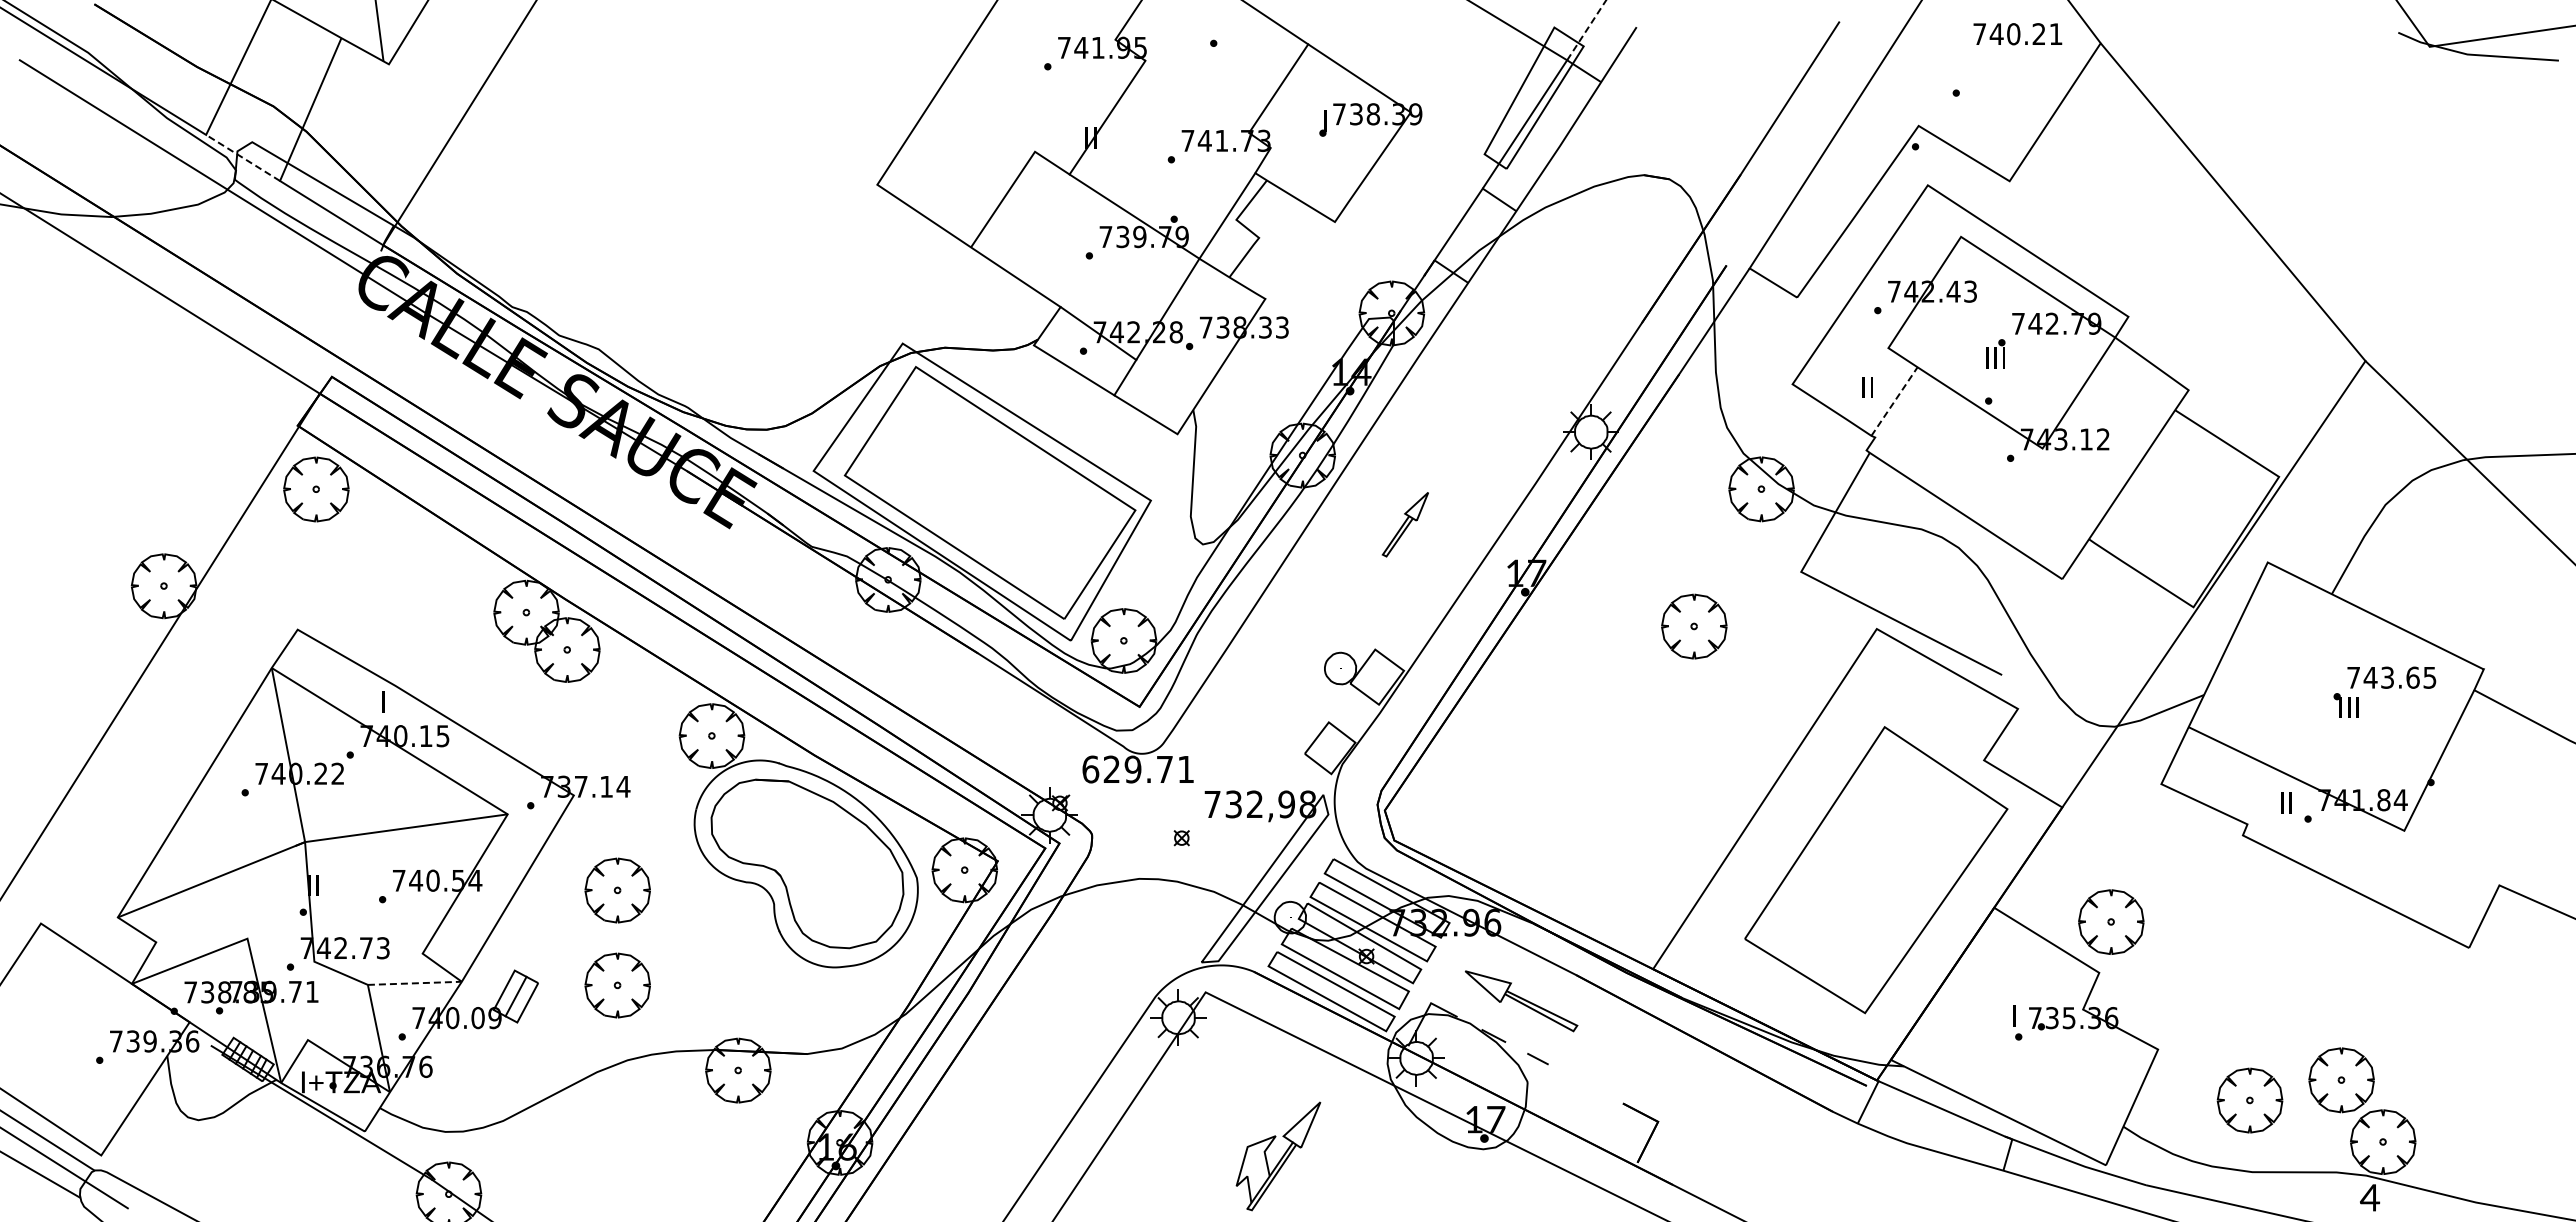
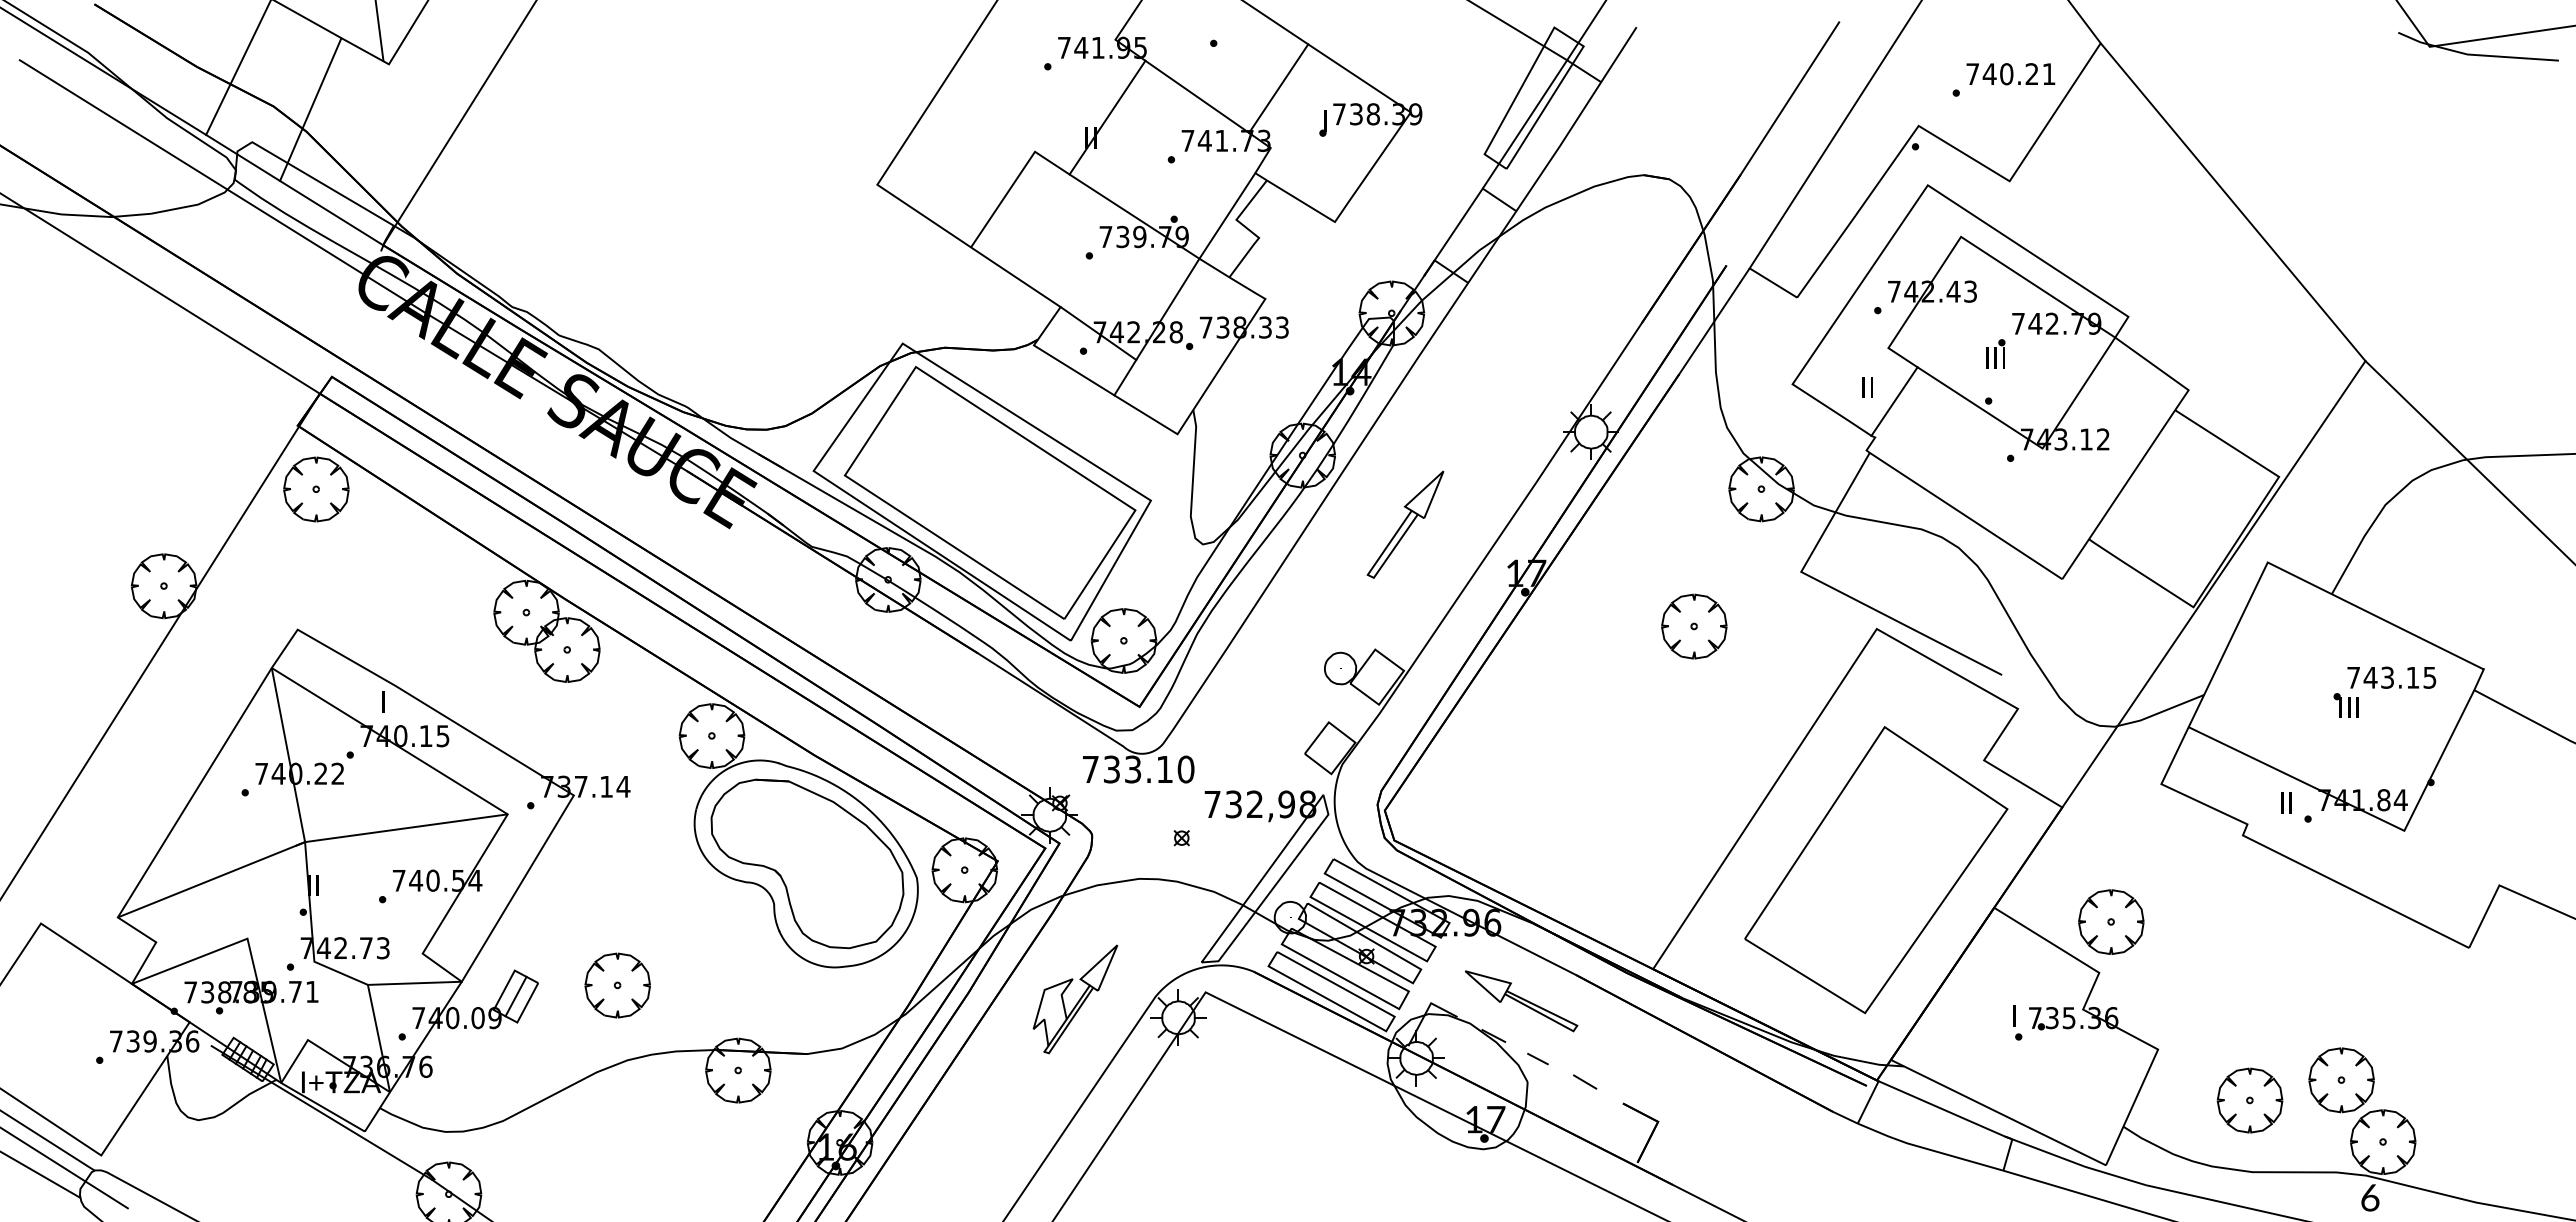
line at (1586, 30): dashed -> solid
text at (2017, 34) position: (2017, 34) -> (2010, 74)
line at (1197, 96): none -> present
line at (243, 157): dashed -> solid
line at (1894, 401): dashed -> solid
part at (1404, 524) size: 48x66 px -> 79x109 px
text at (2412, 677): 743.65 -> 743.15
text at (1138, 769): 629.71 -> 733.10
part at (617, 890): present -> none
line at (414, 983): dashed -> solid
line at (1585, 1081): none -> present
part at (1278, 1156) position: (1278, 1156) -> (1075, 999)
text at (2370, 1197): 4 -> 6
